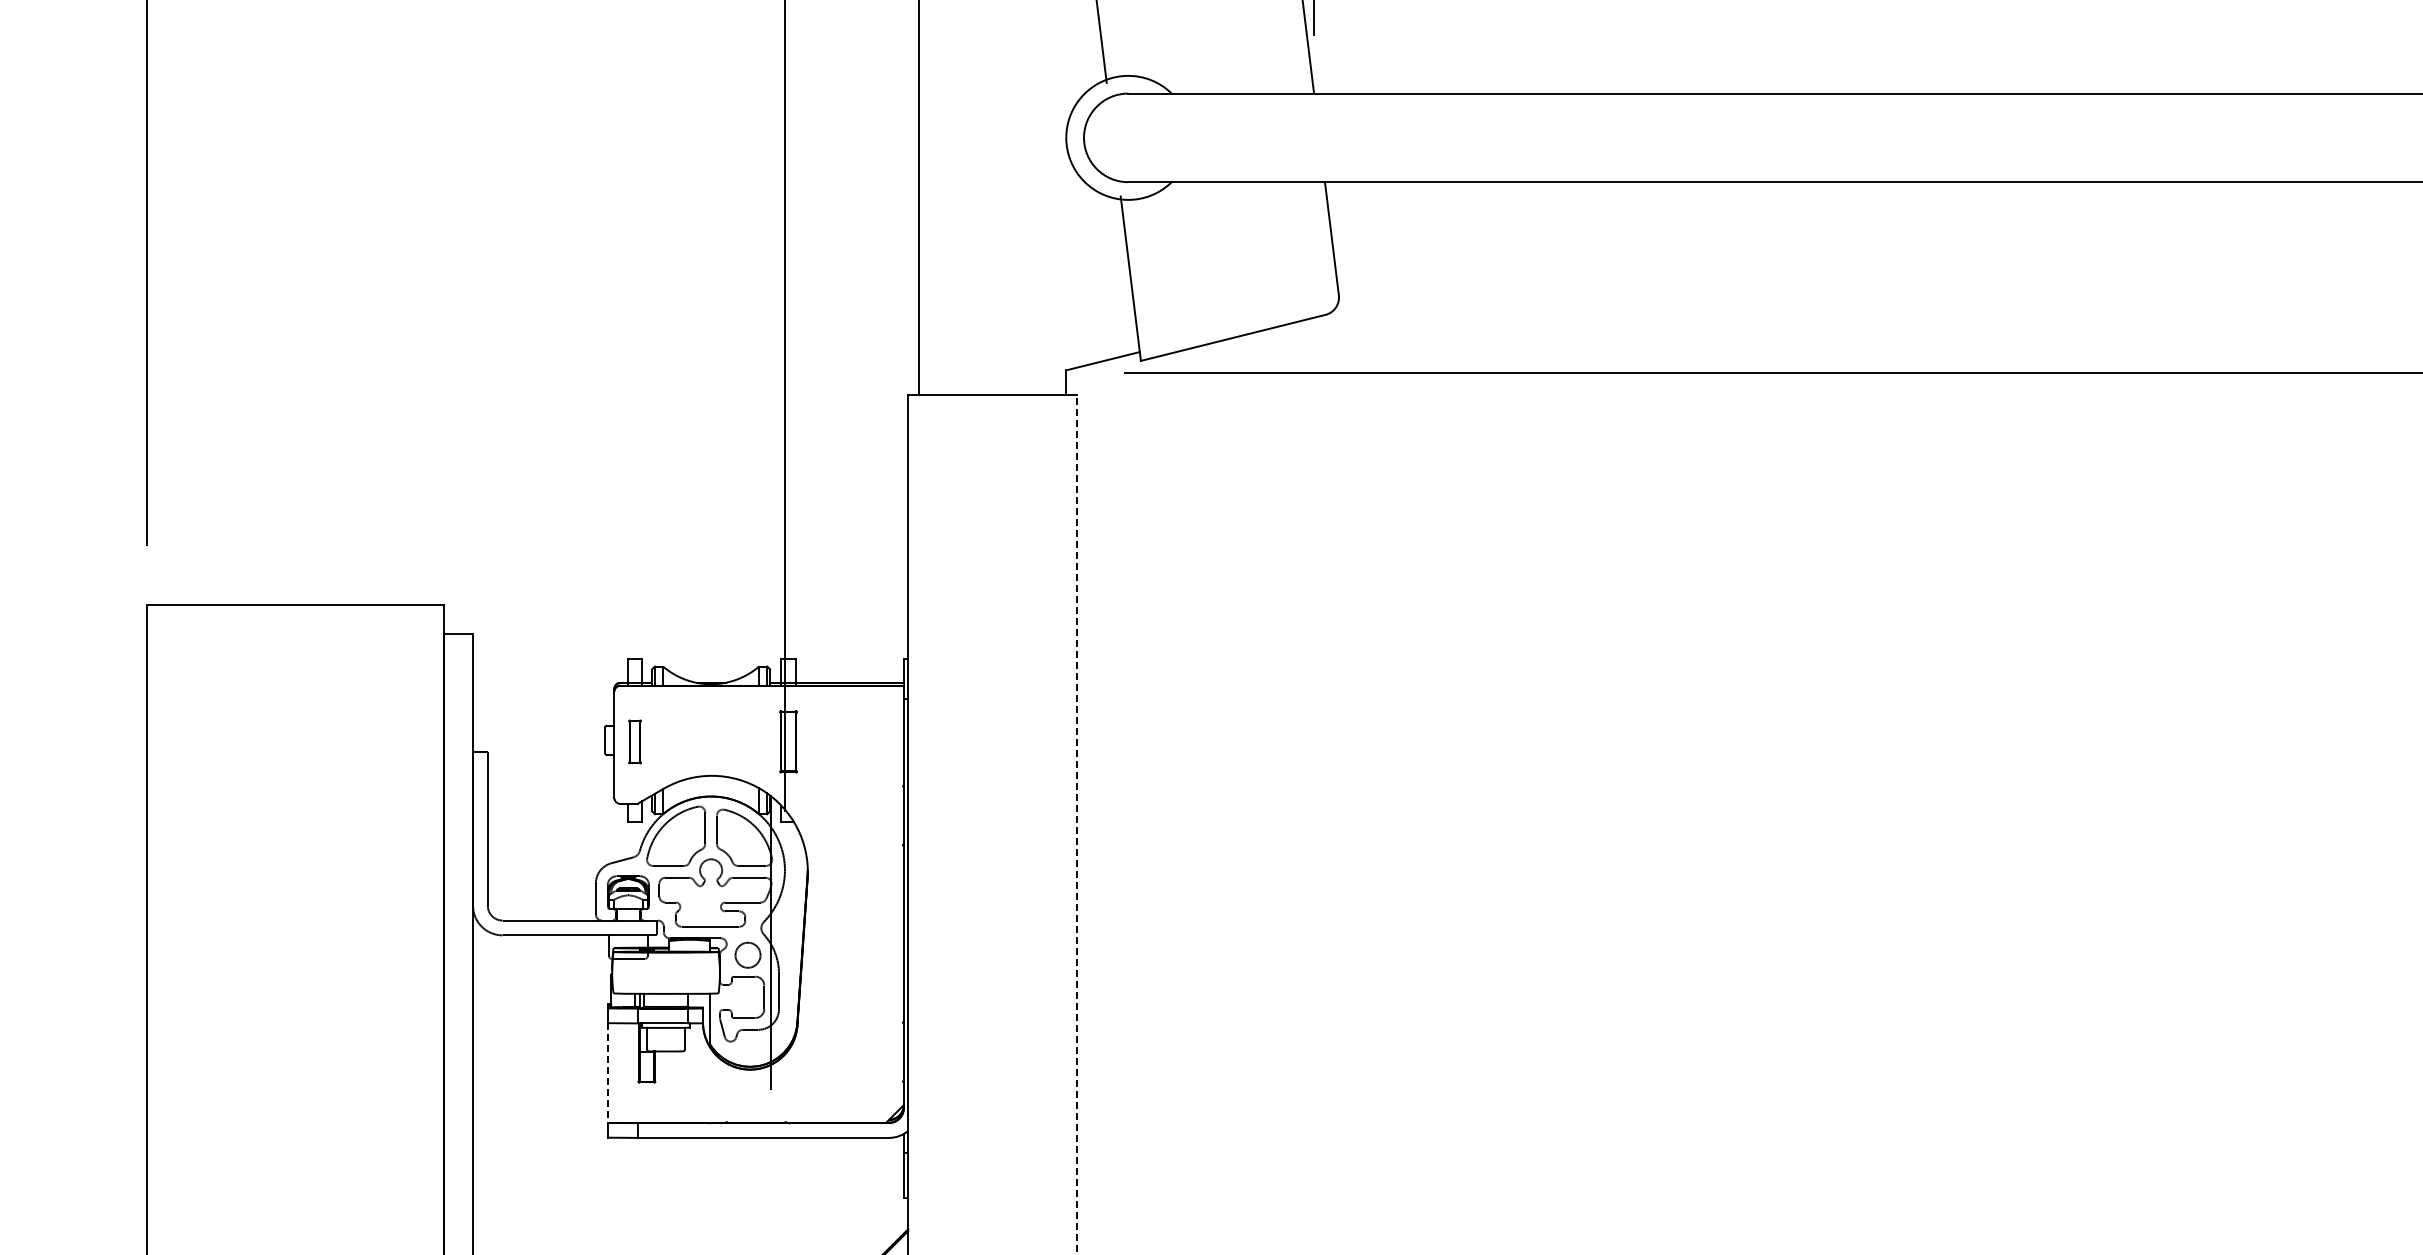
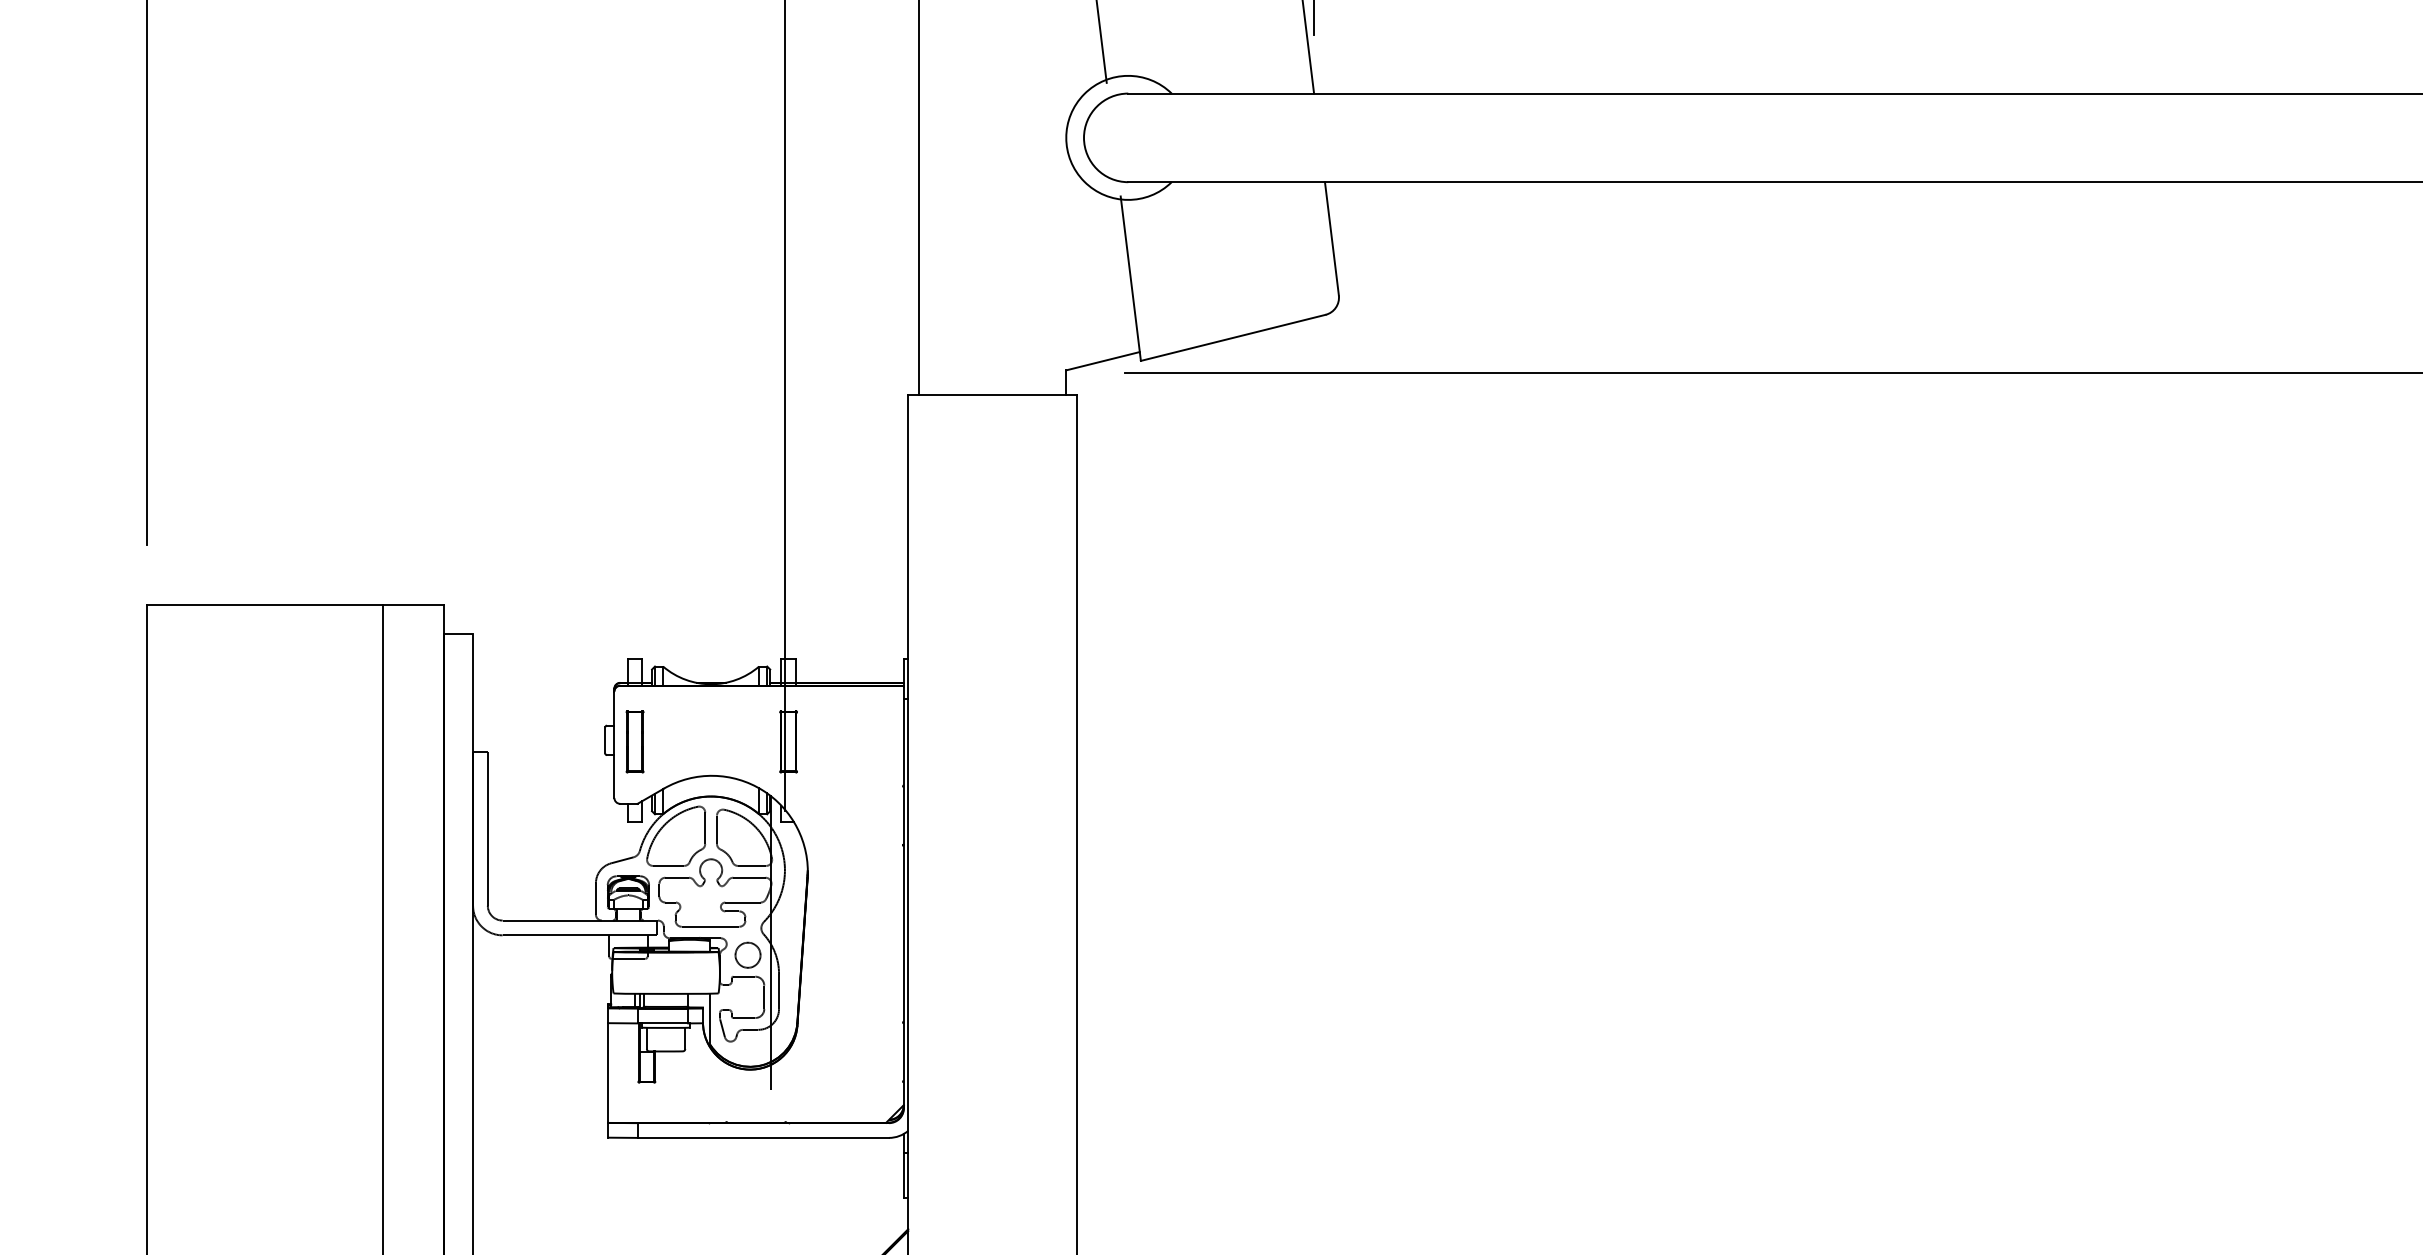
part at (634, 741) size: 14x46 px -> 20x64 px
line at (1076, 824): dashed -> solid
line at (382, 927): none -> present
line at (608, 1073): dashed -> solid
